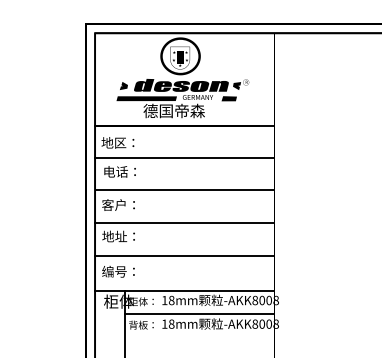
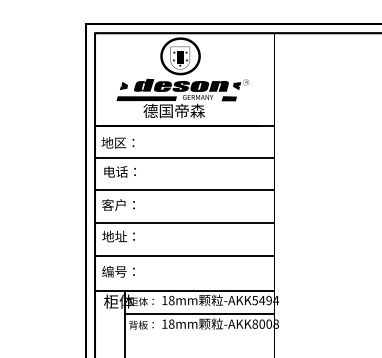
text at (265, 300): -AKK8008 -> -AKK5494
